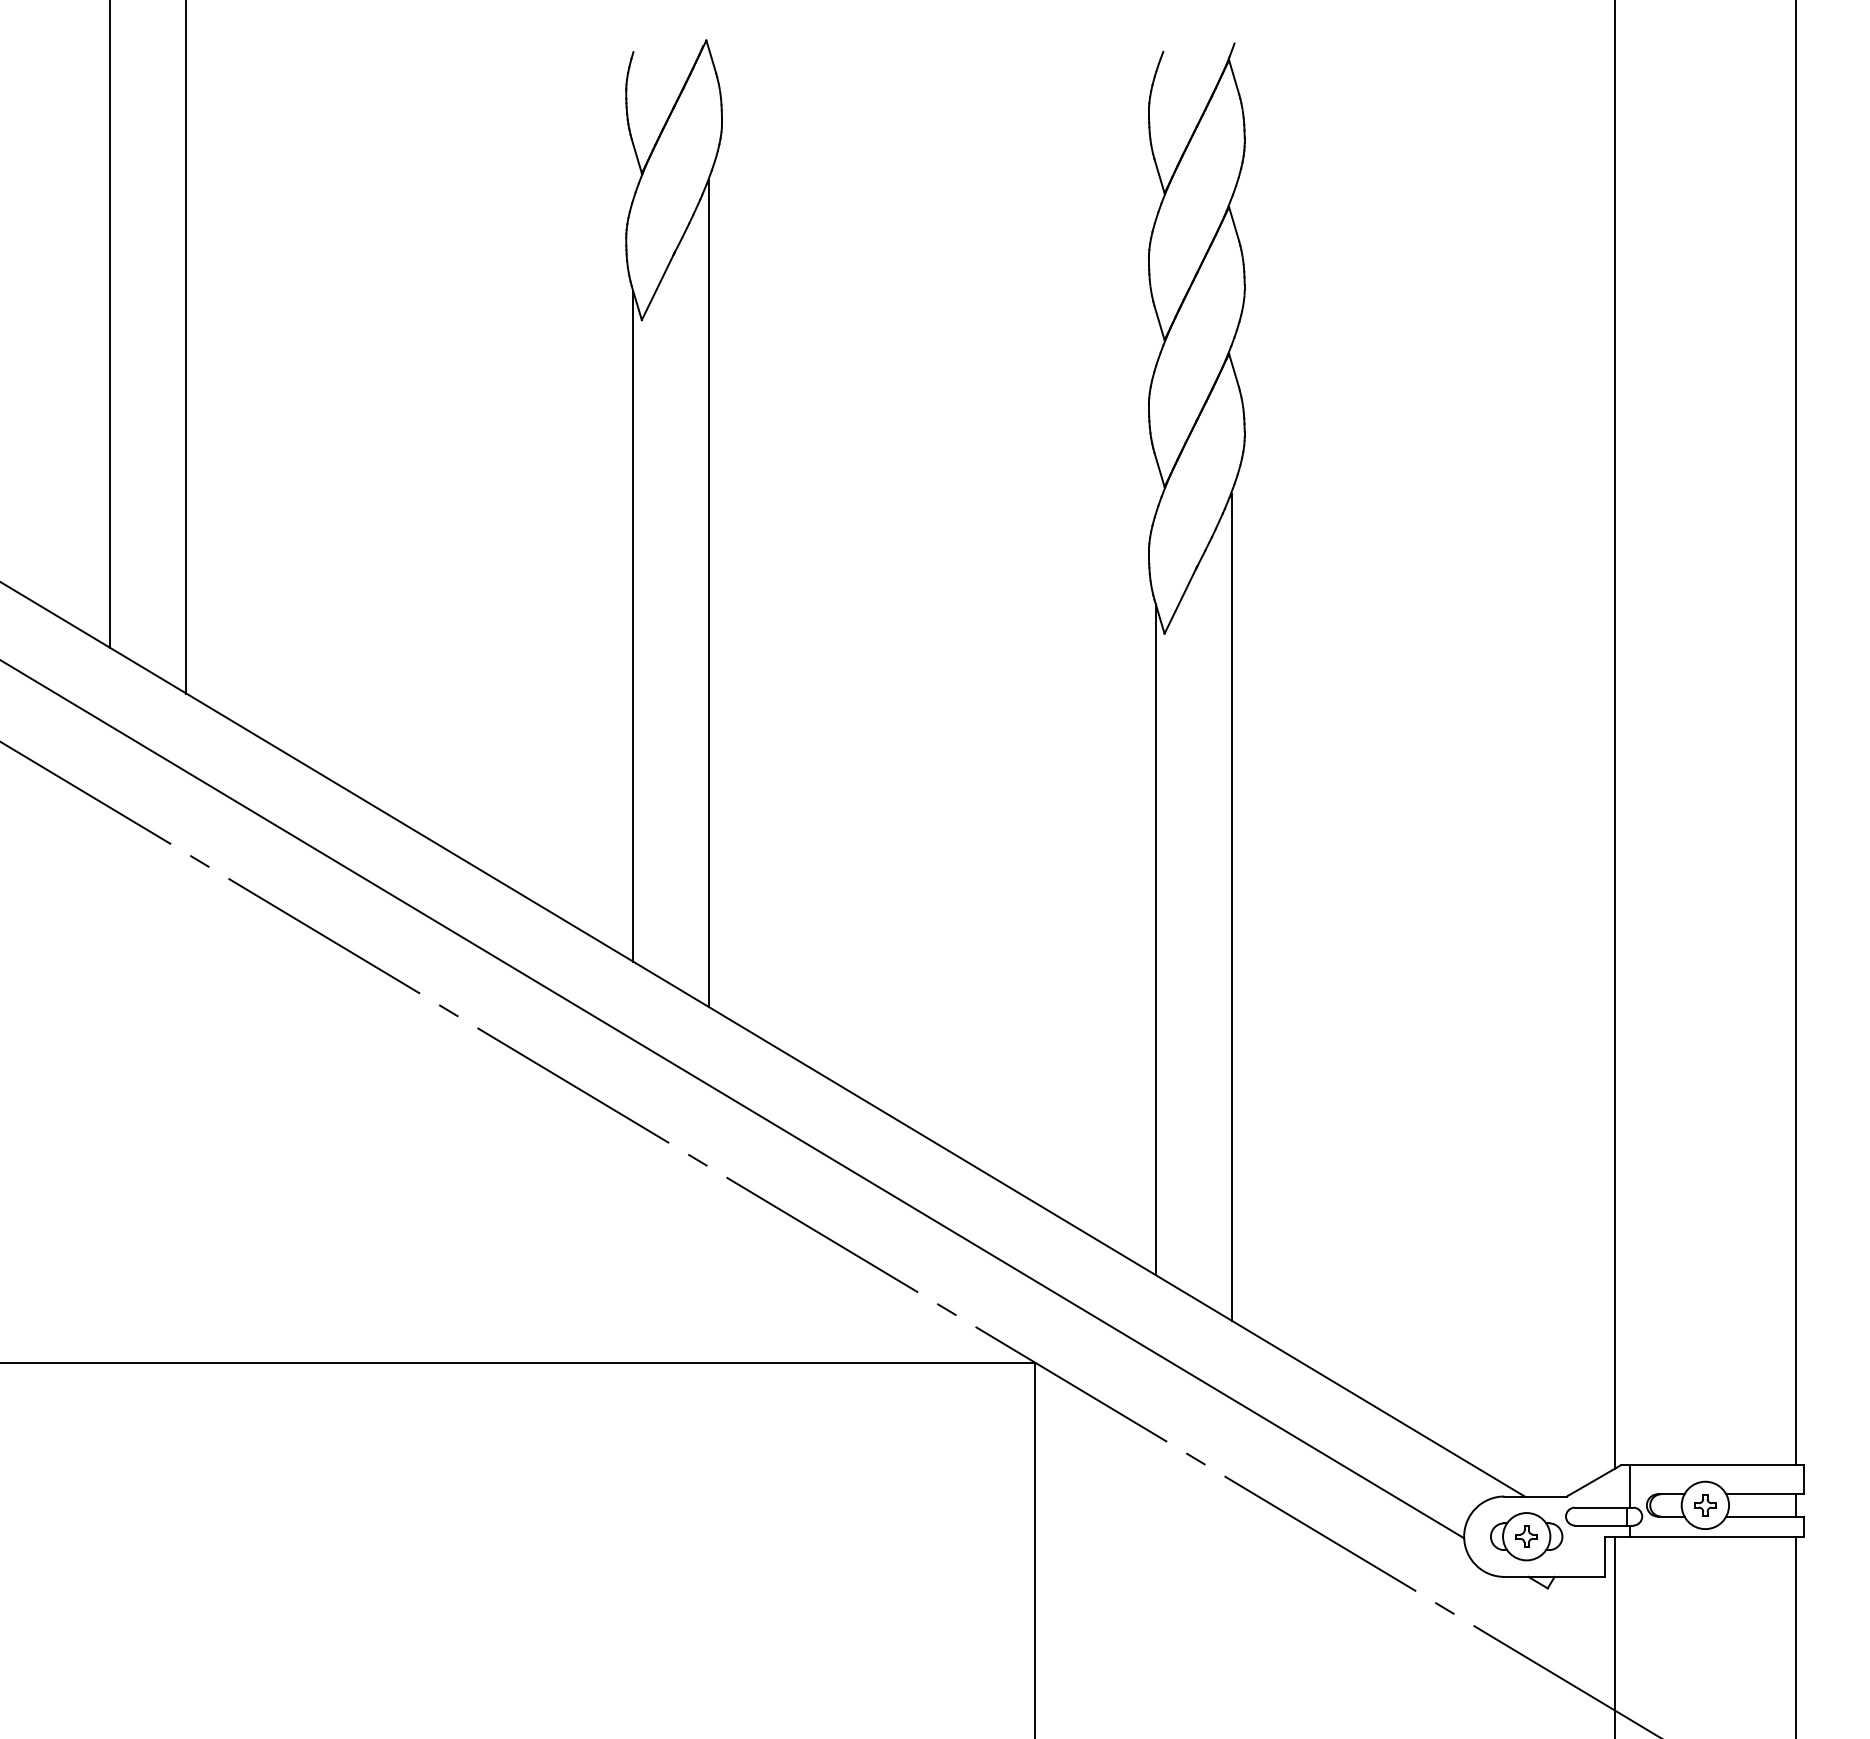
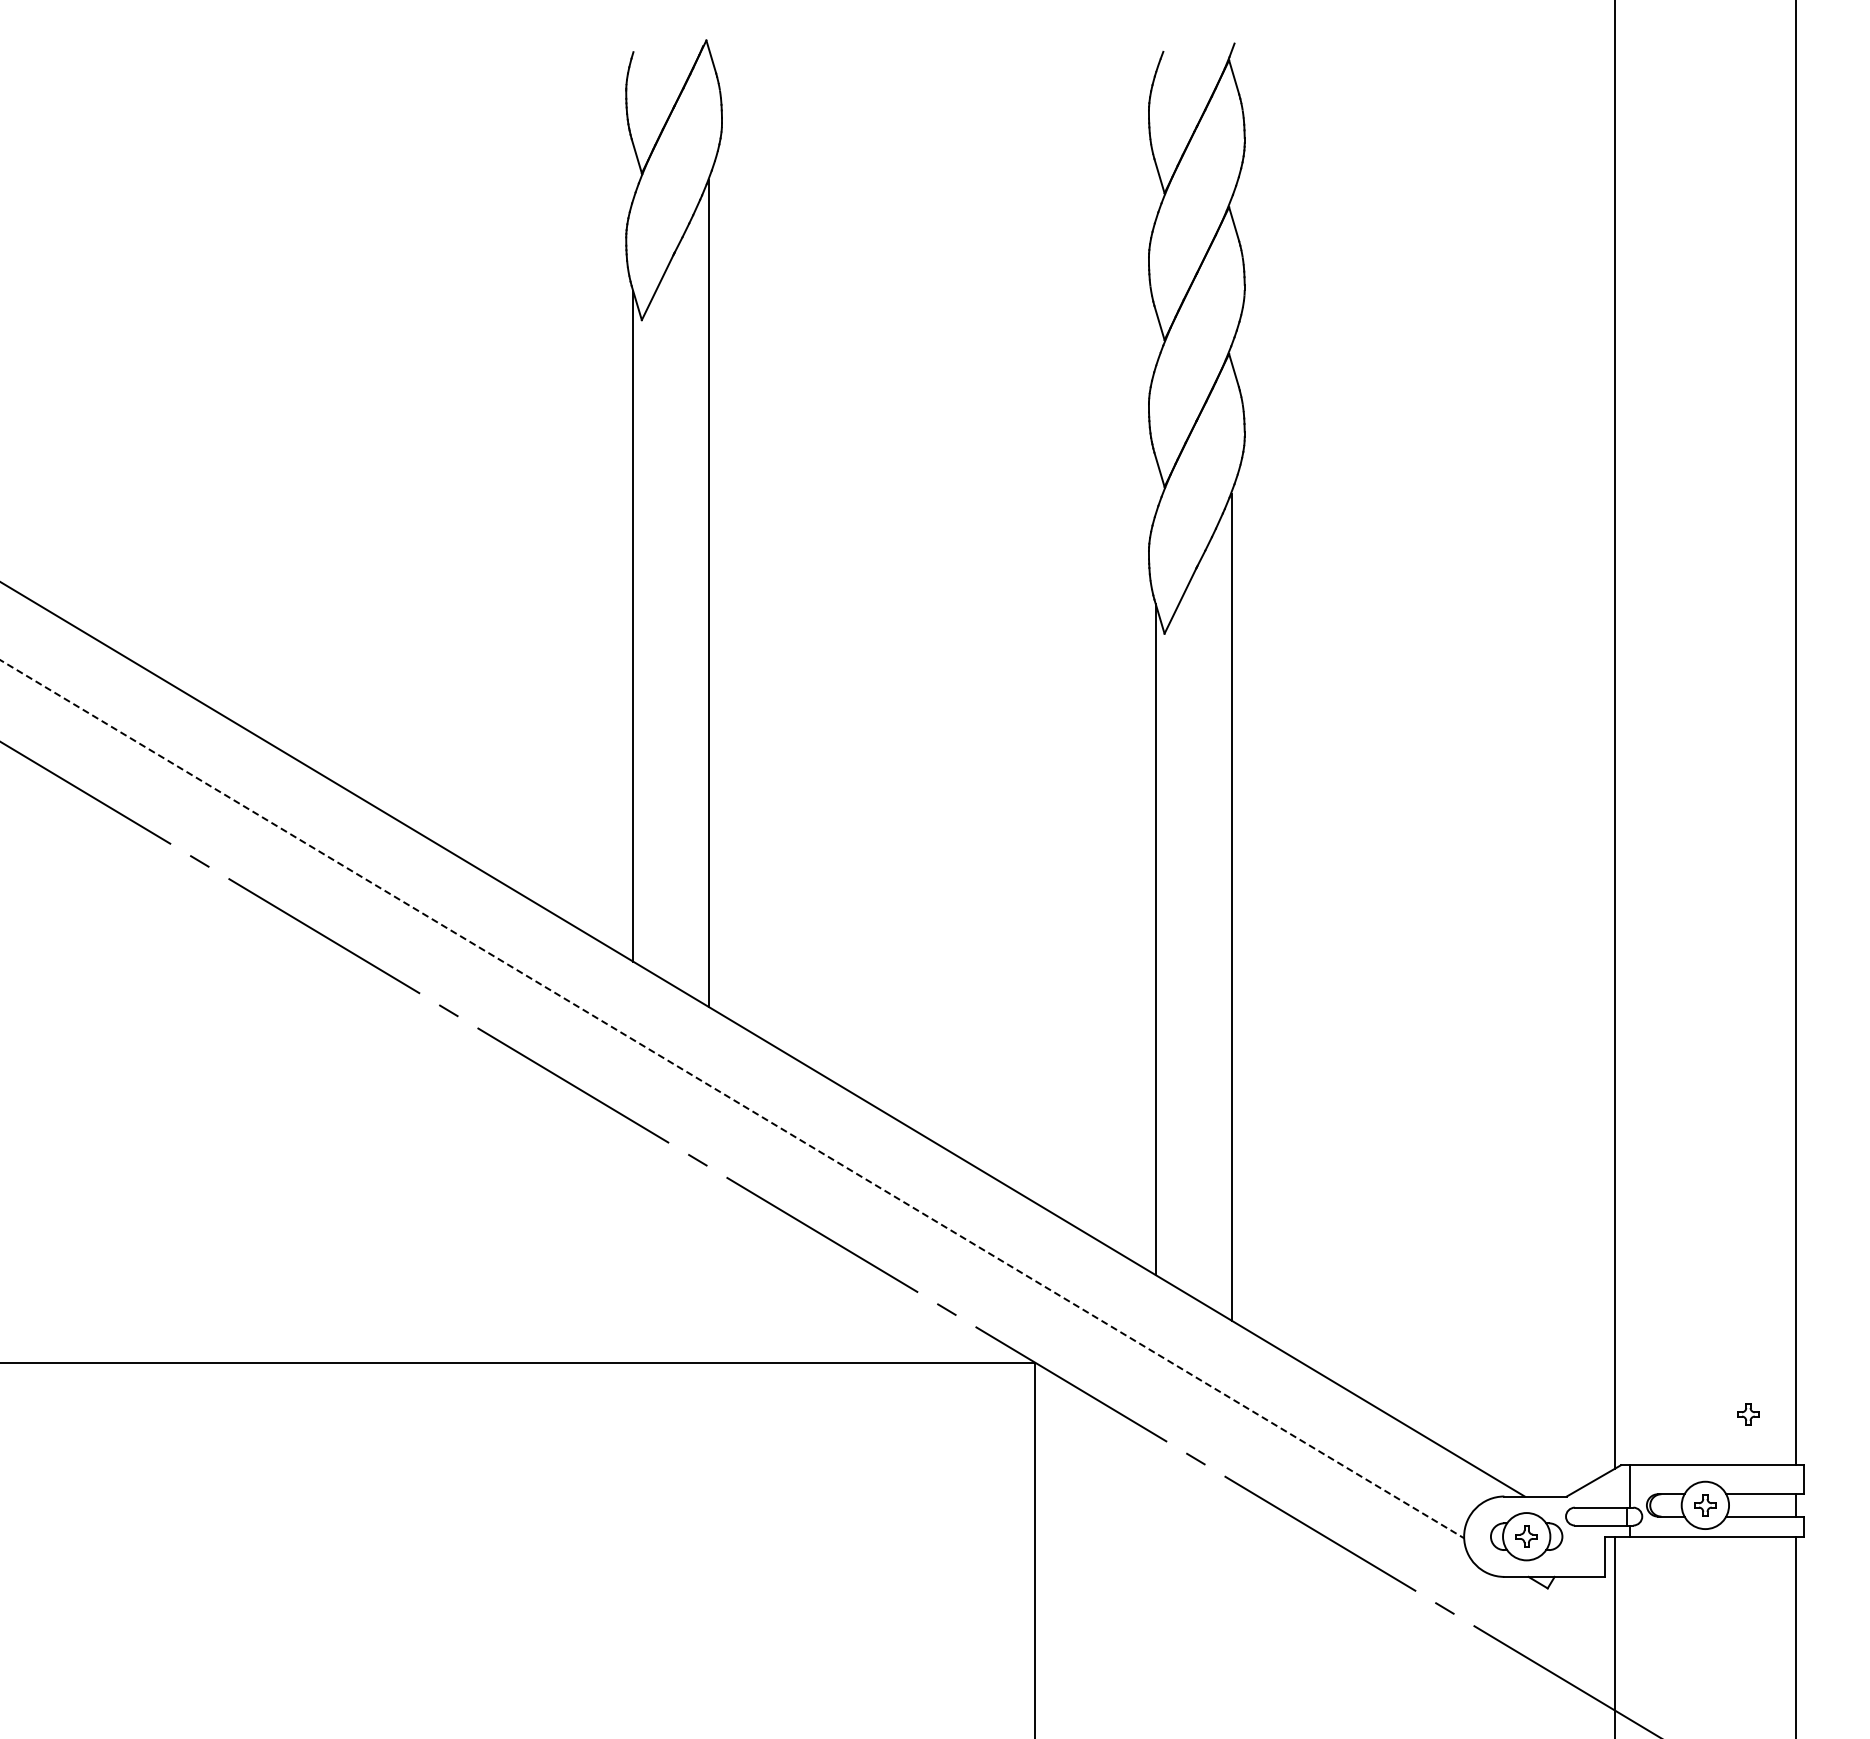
line at (110, 324): present -> none
line at (186, 347): present -> none
line at (732, 1099): solid -> dashed
part at (1748, 1414): none -> present
